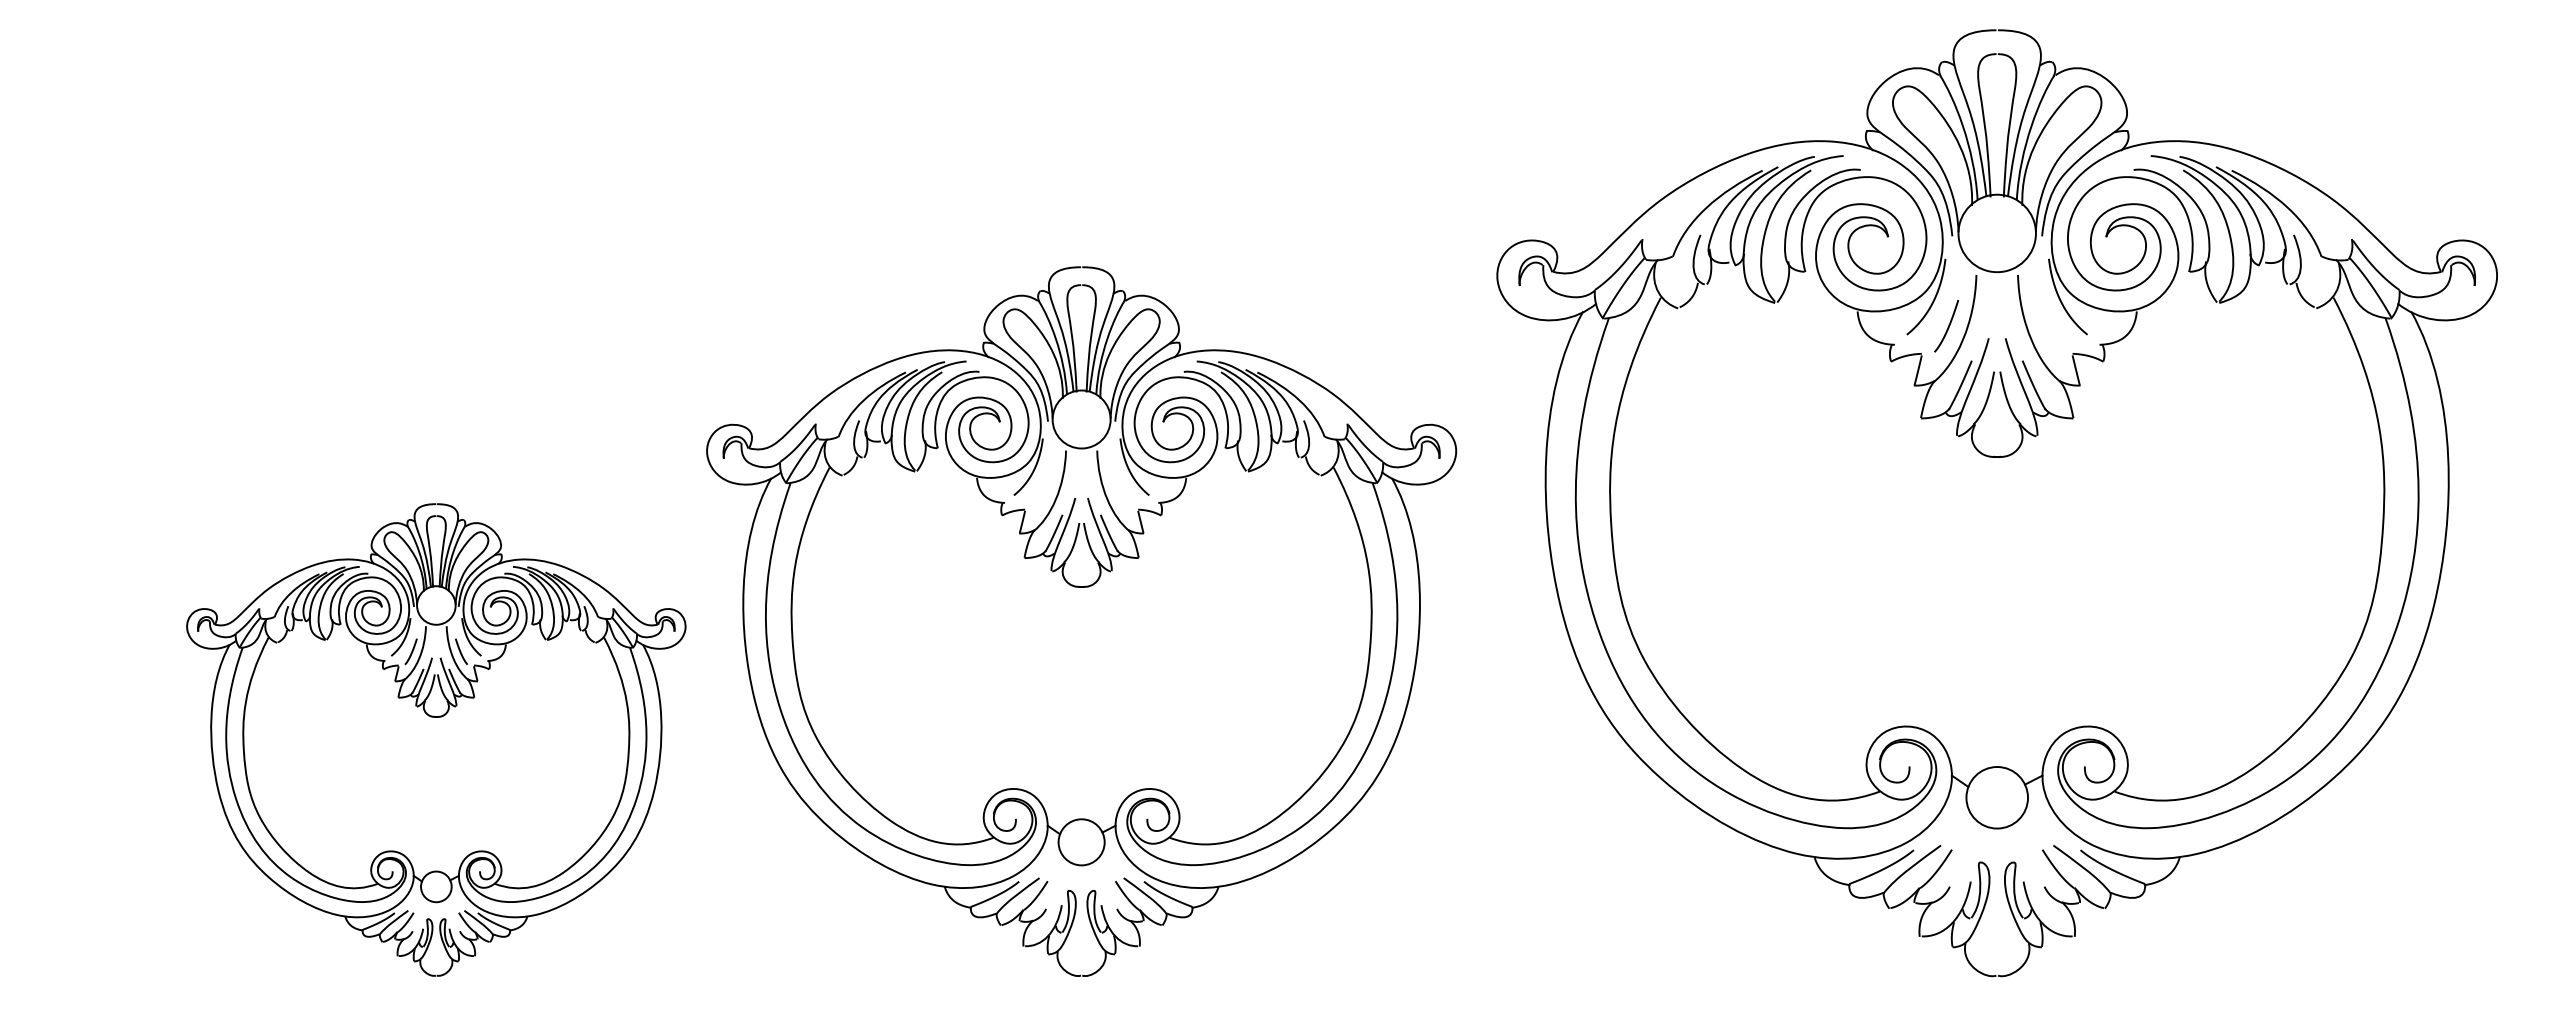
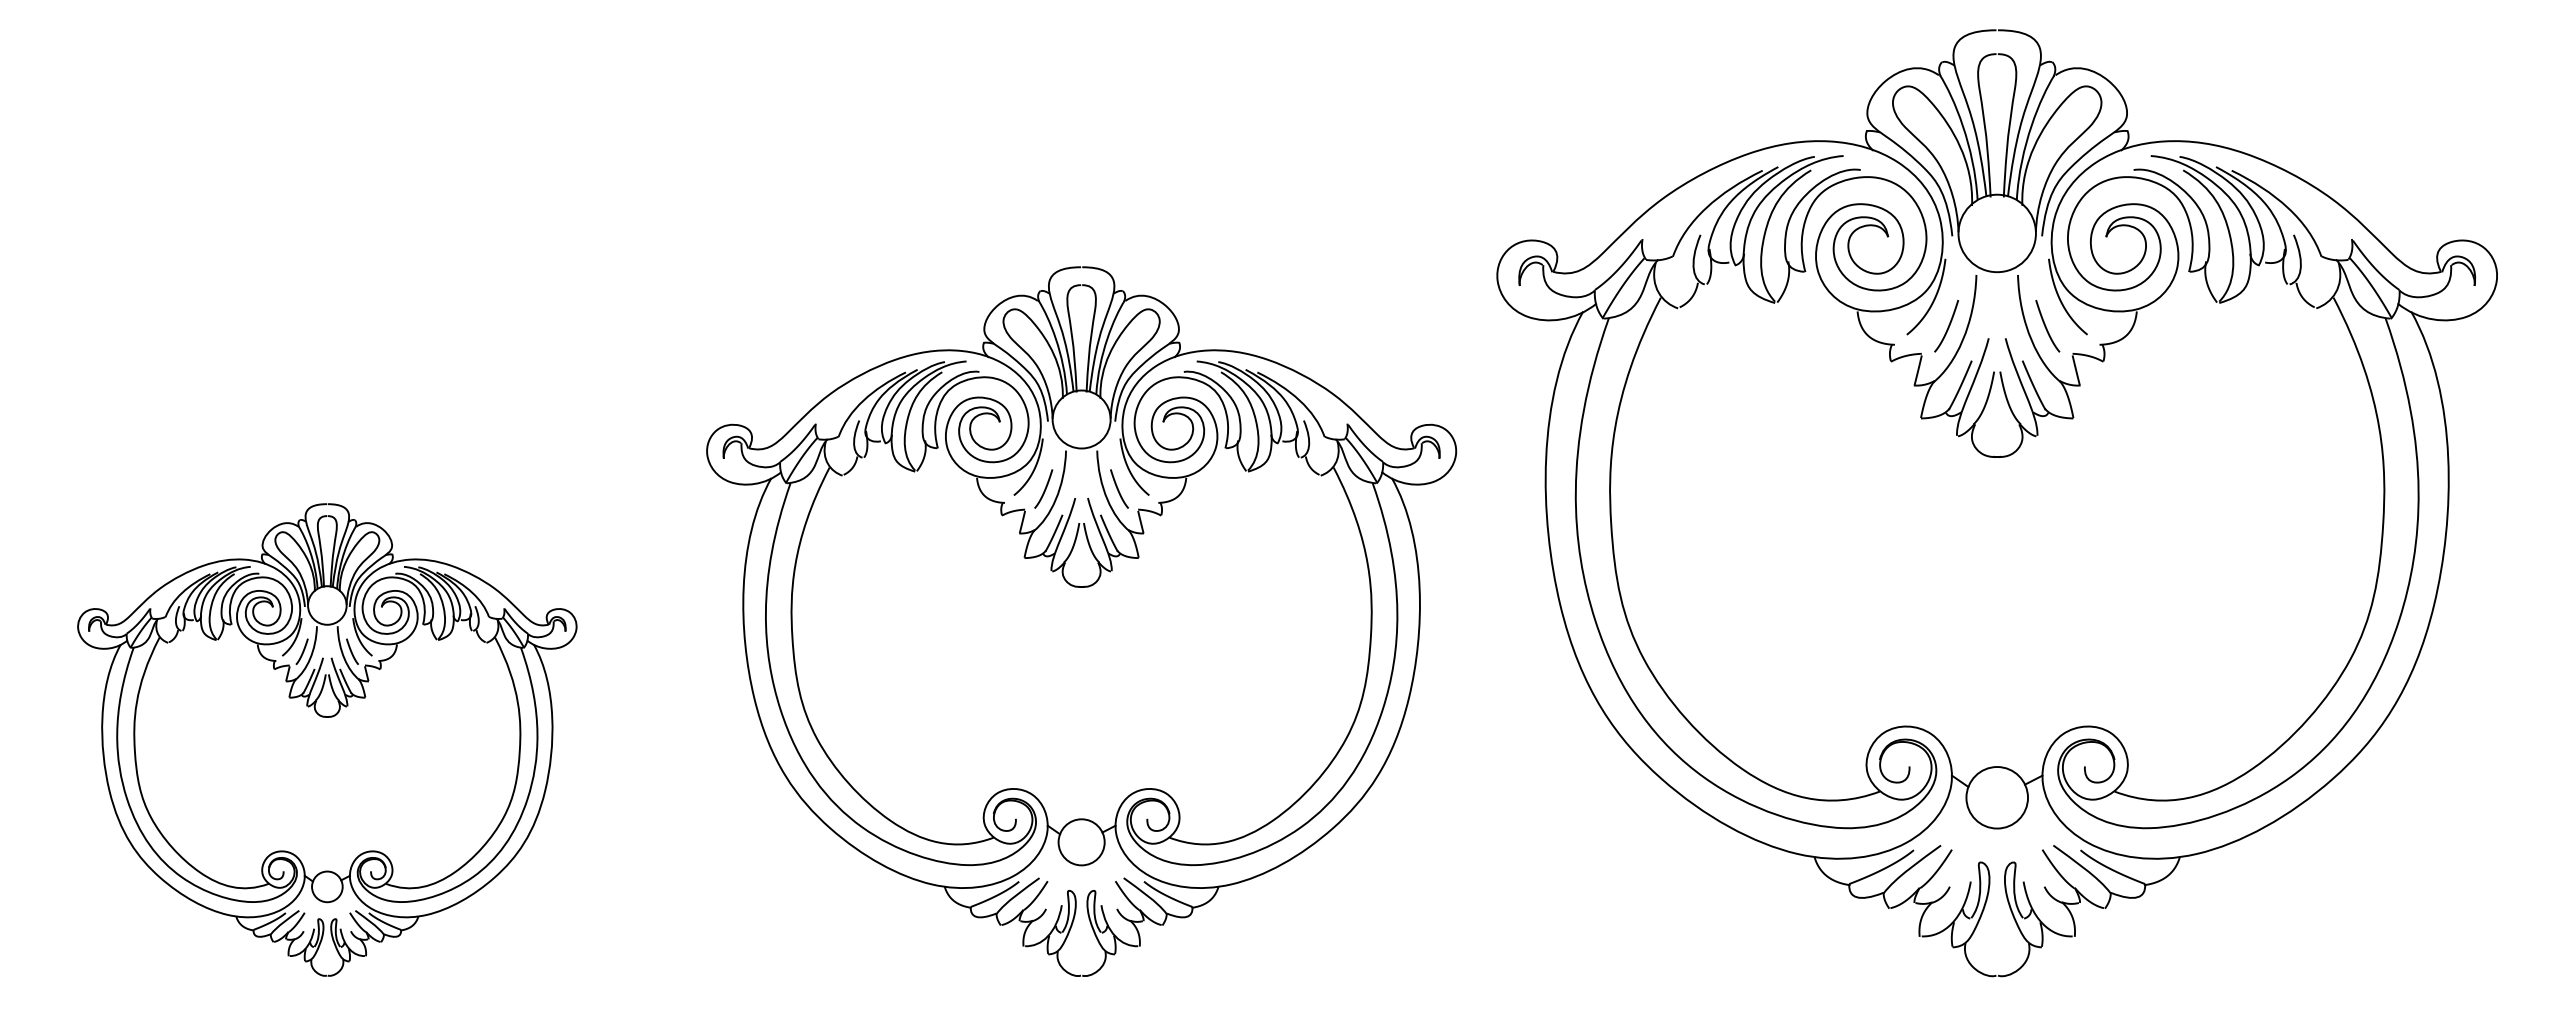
curve at (2046, 326): none -> present
curve at (1044, 488): none -> present
curve at (1118, 488): none -> present
part at (436, 739) position: (436, 739) -> (327, 739)
